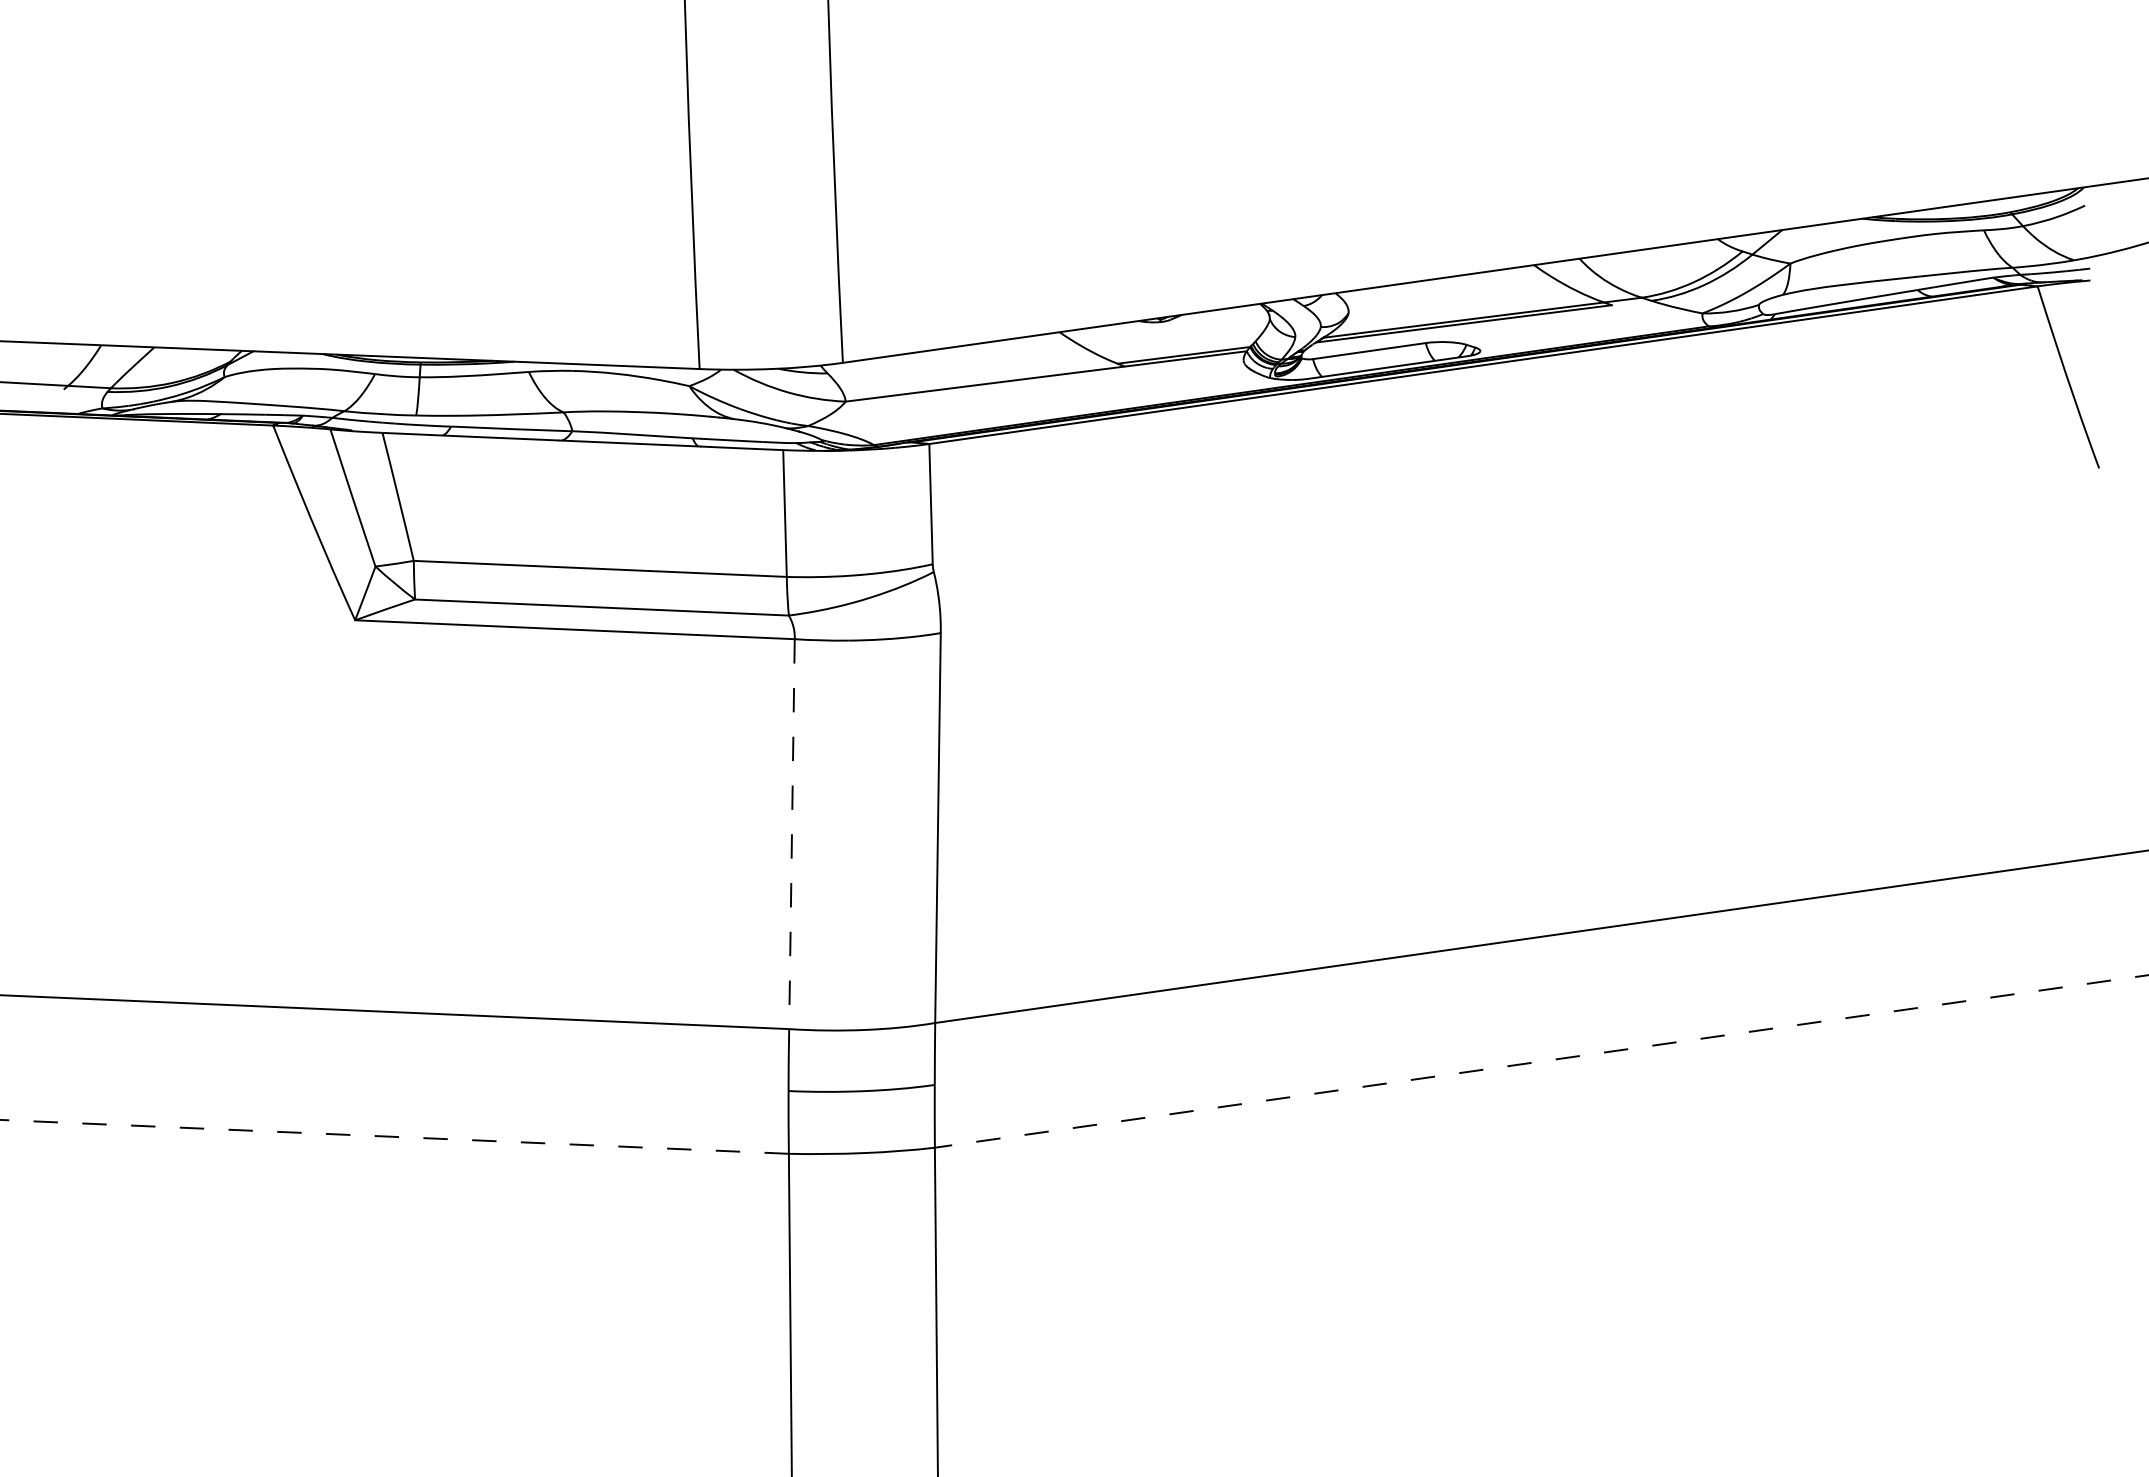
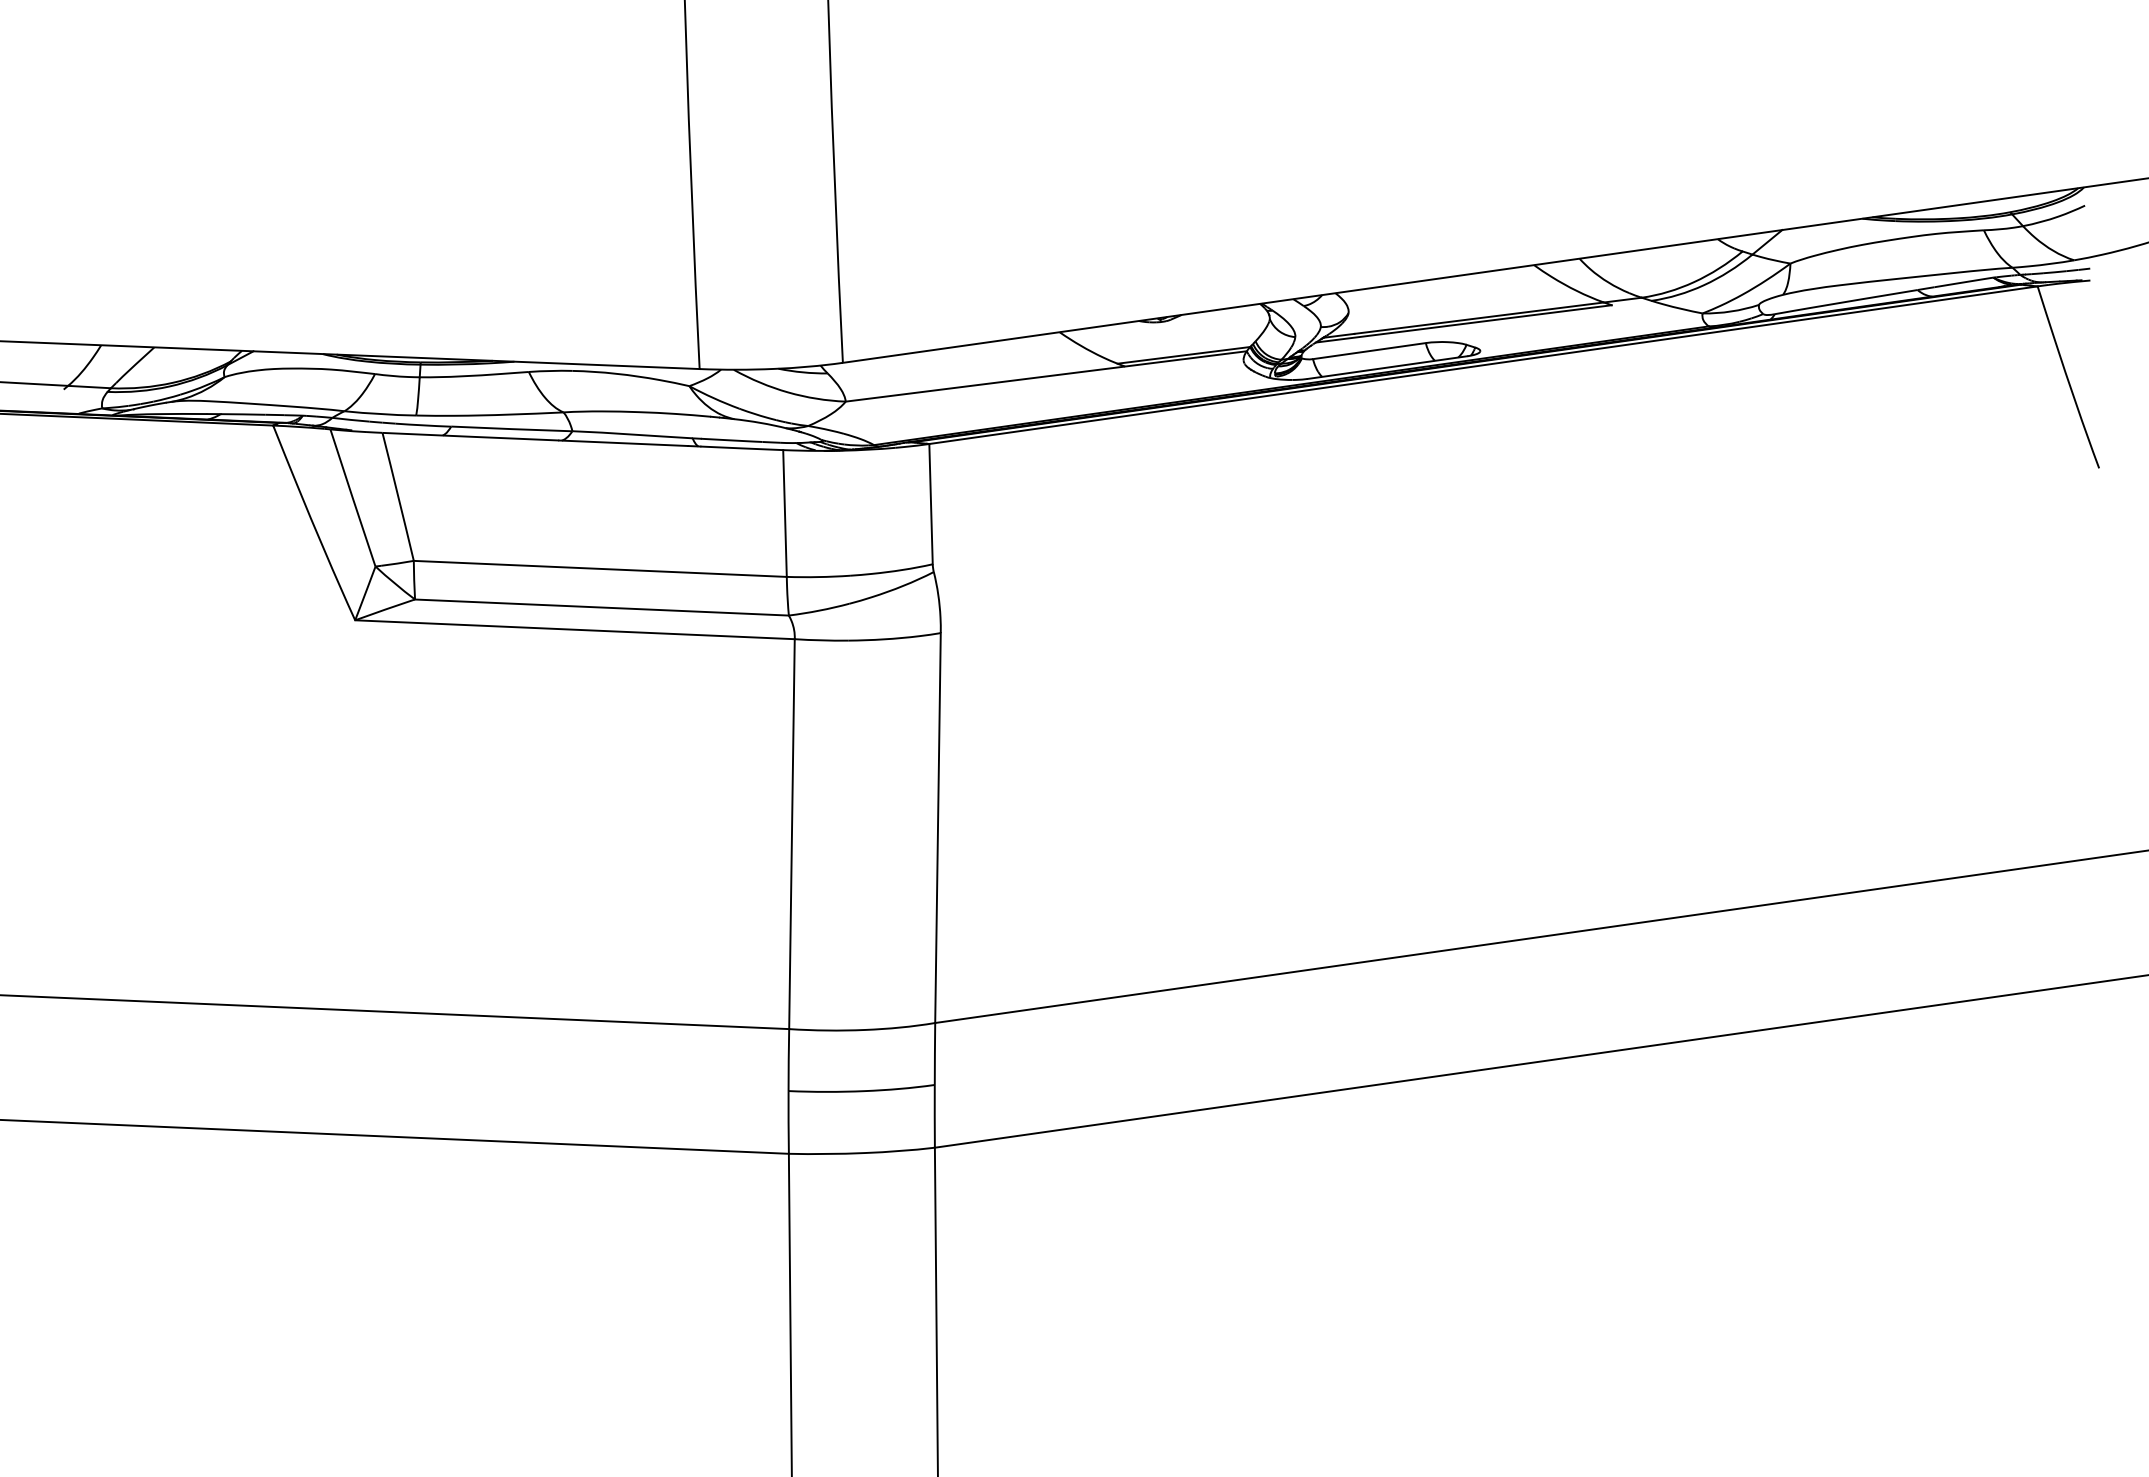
line at (791, 834): dashed -> solid
line at (1541, 1061): dashed -> solid
line at (394, 1136): dashed -> solid
